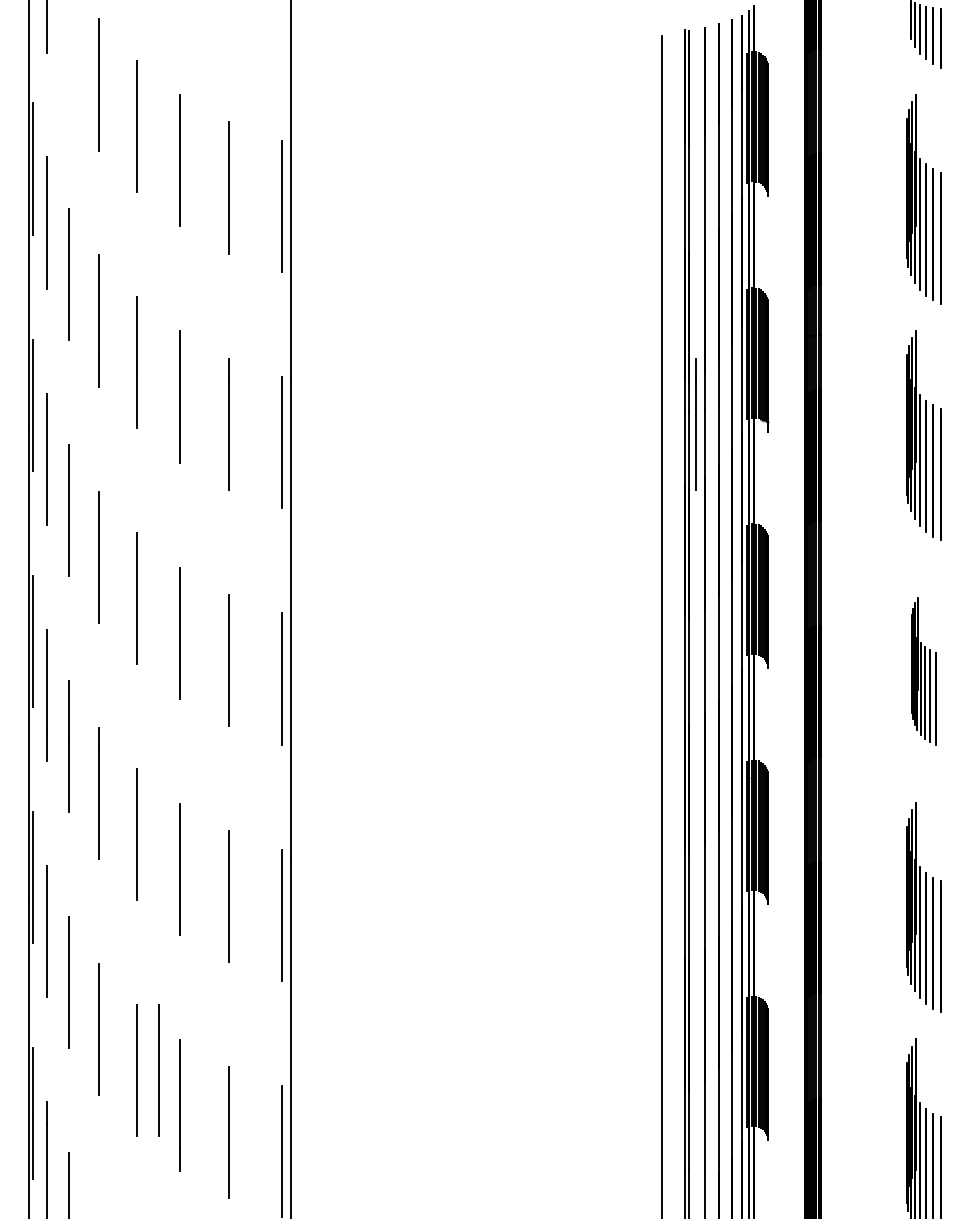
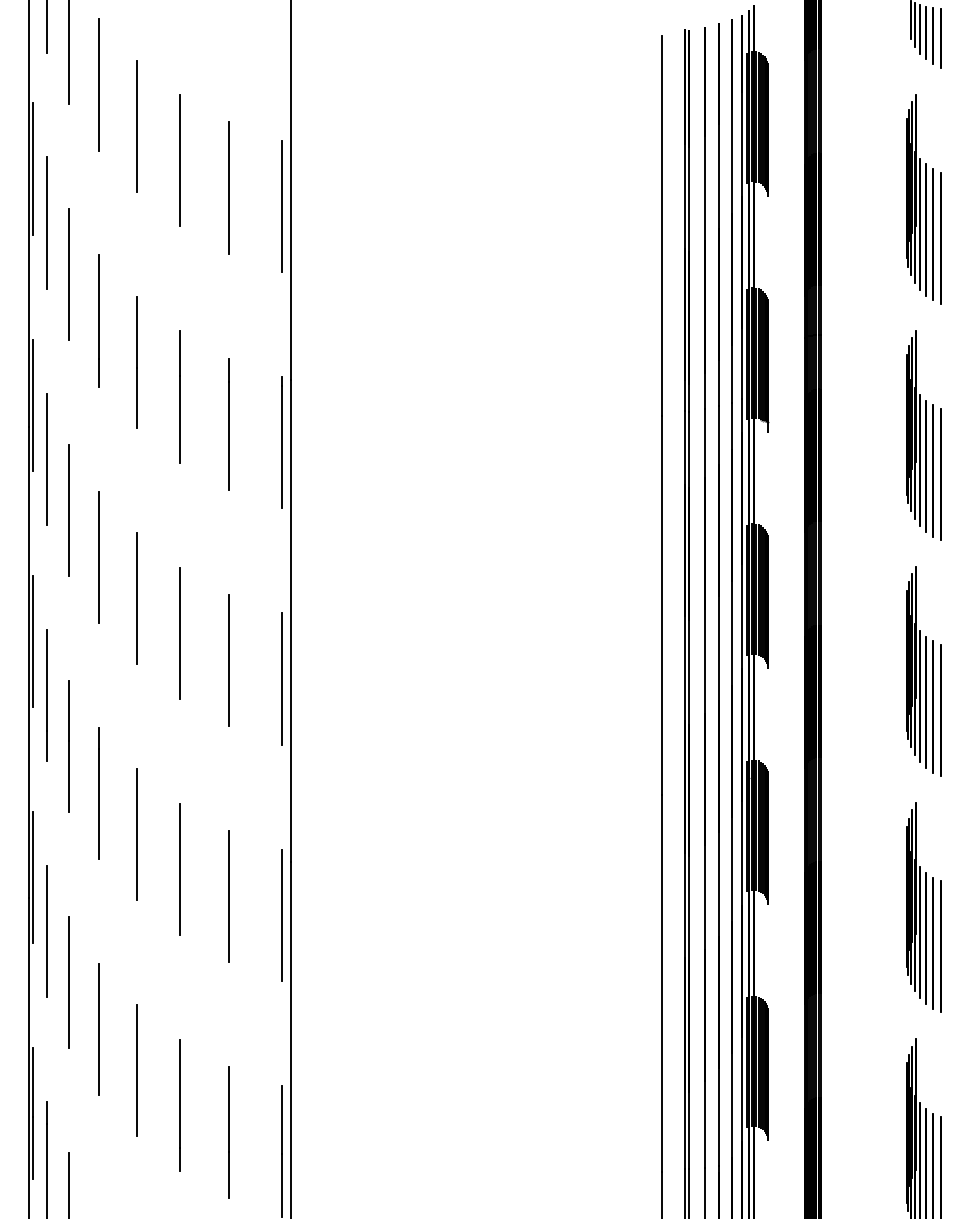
line at (69, 52): none -> present
line at (695, 424): present -> none
part at (923, 671) size: 26x149 px -> 36x211 px
line at (158, 1070): present -> none
